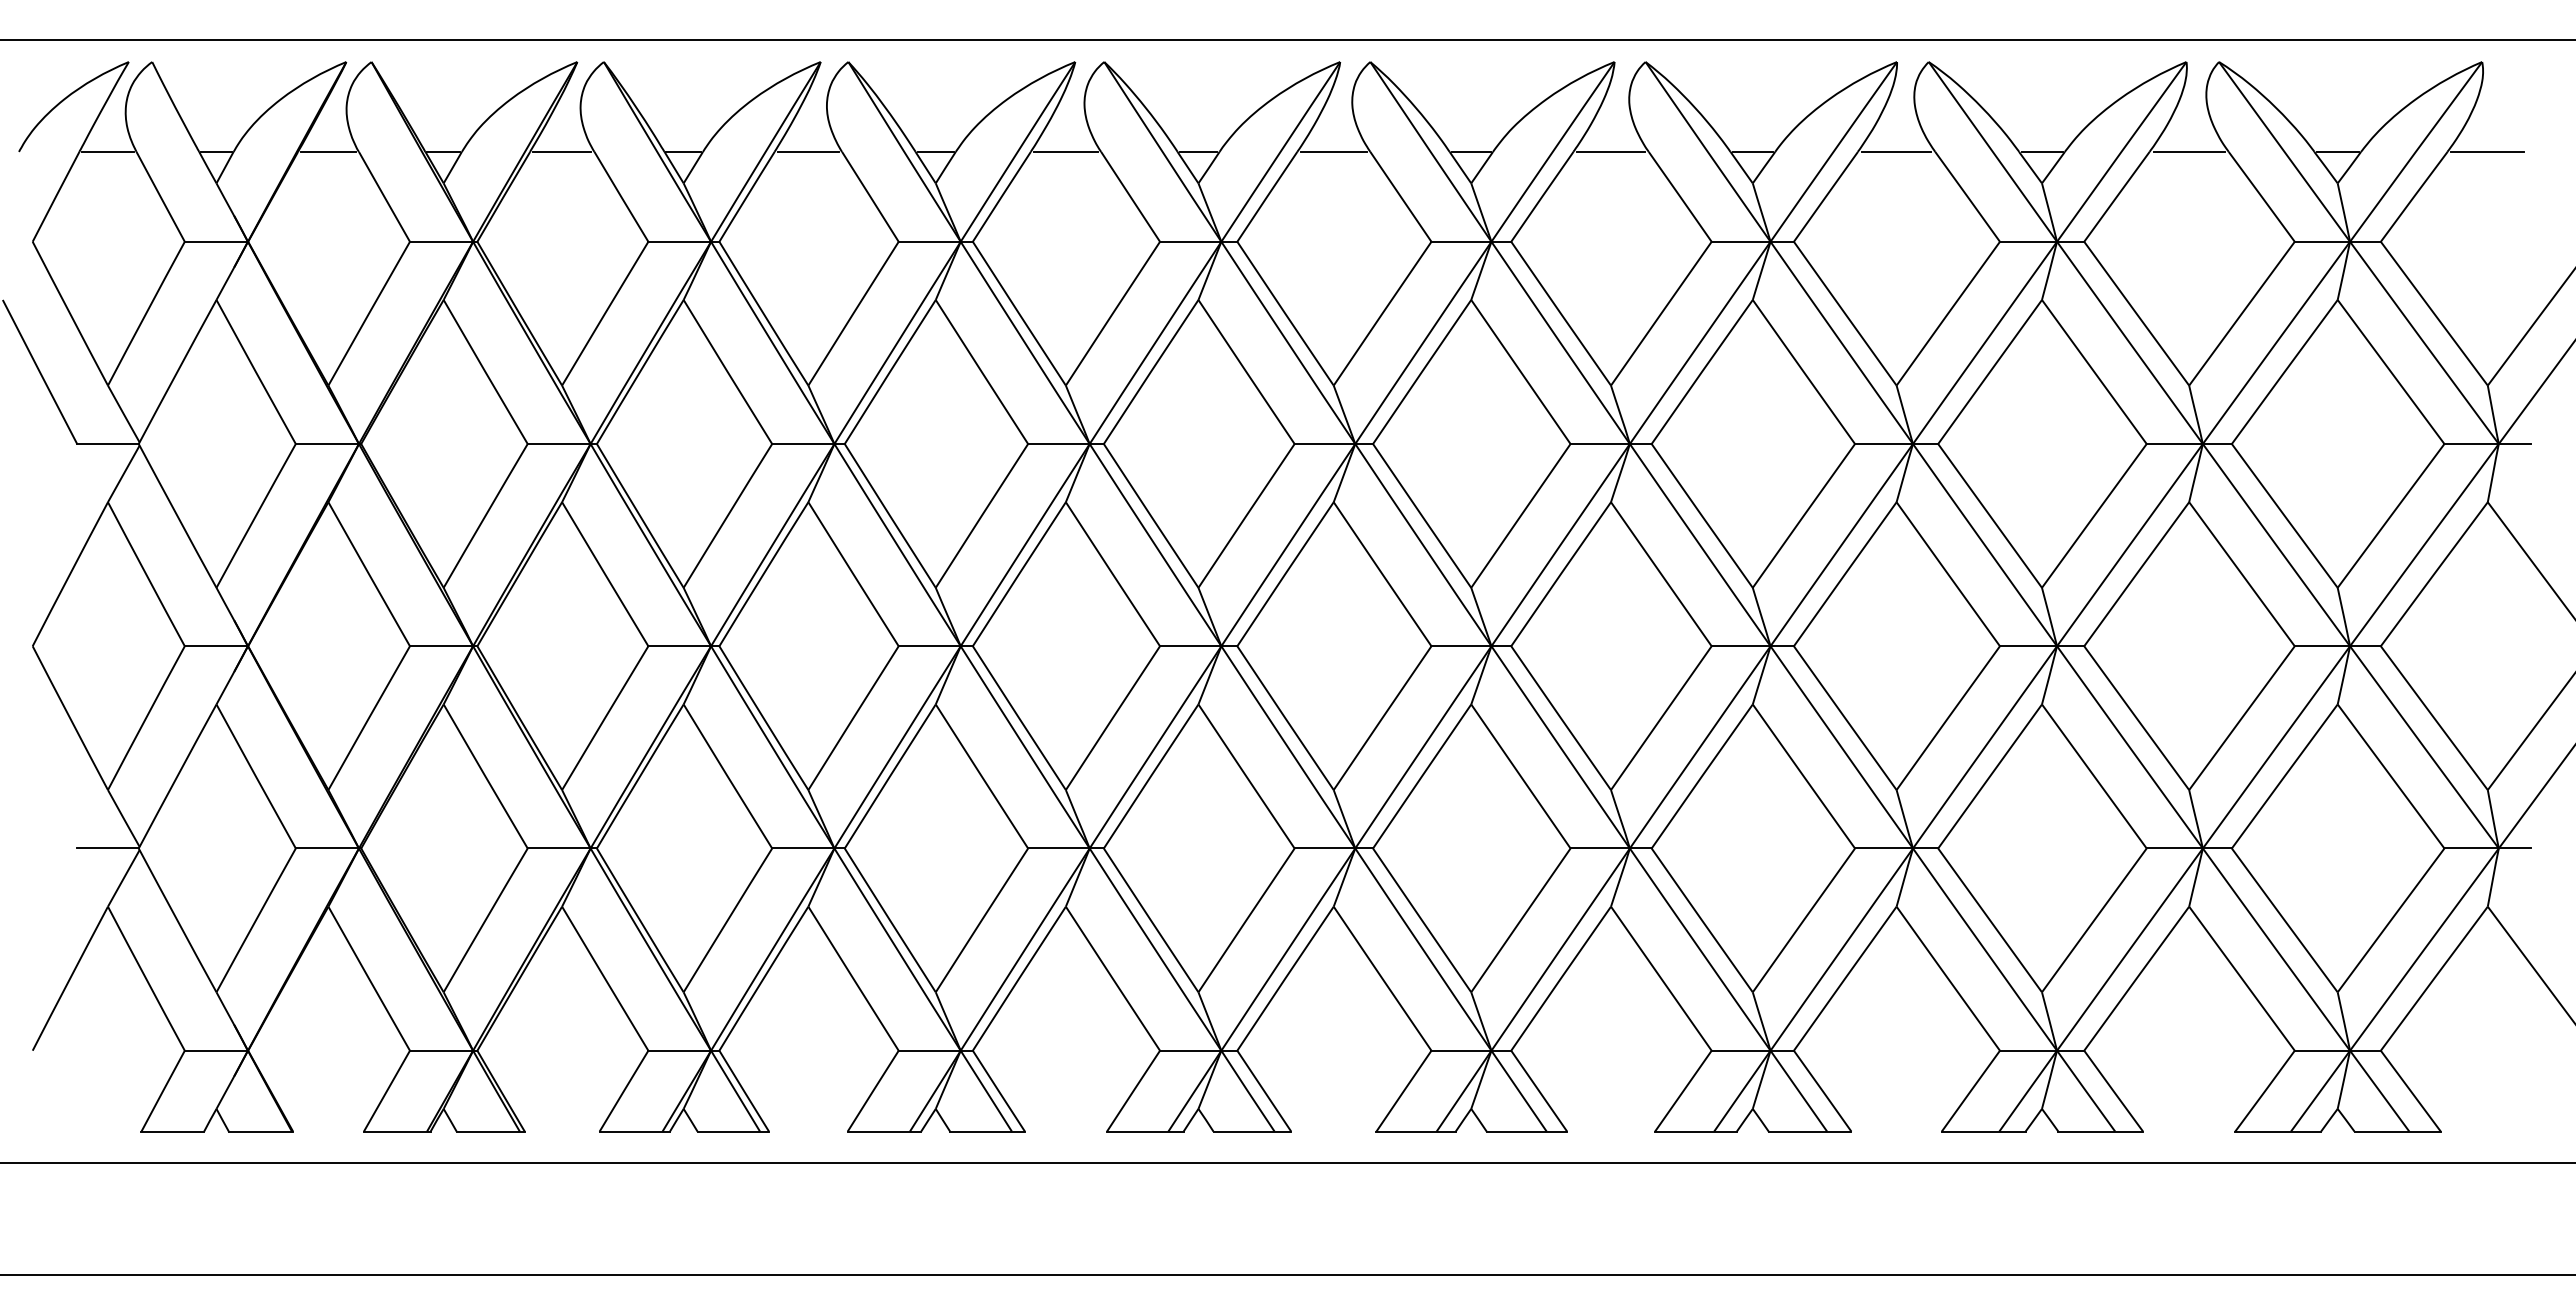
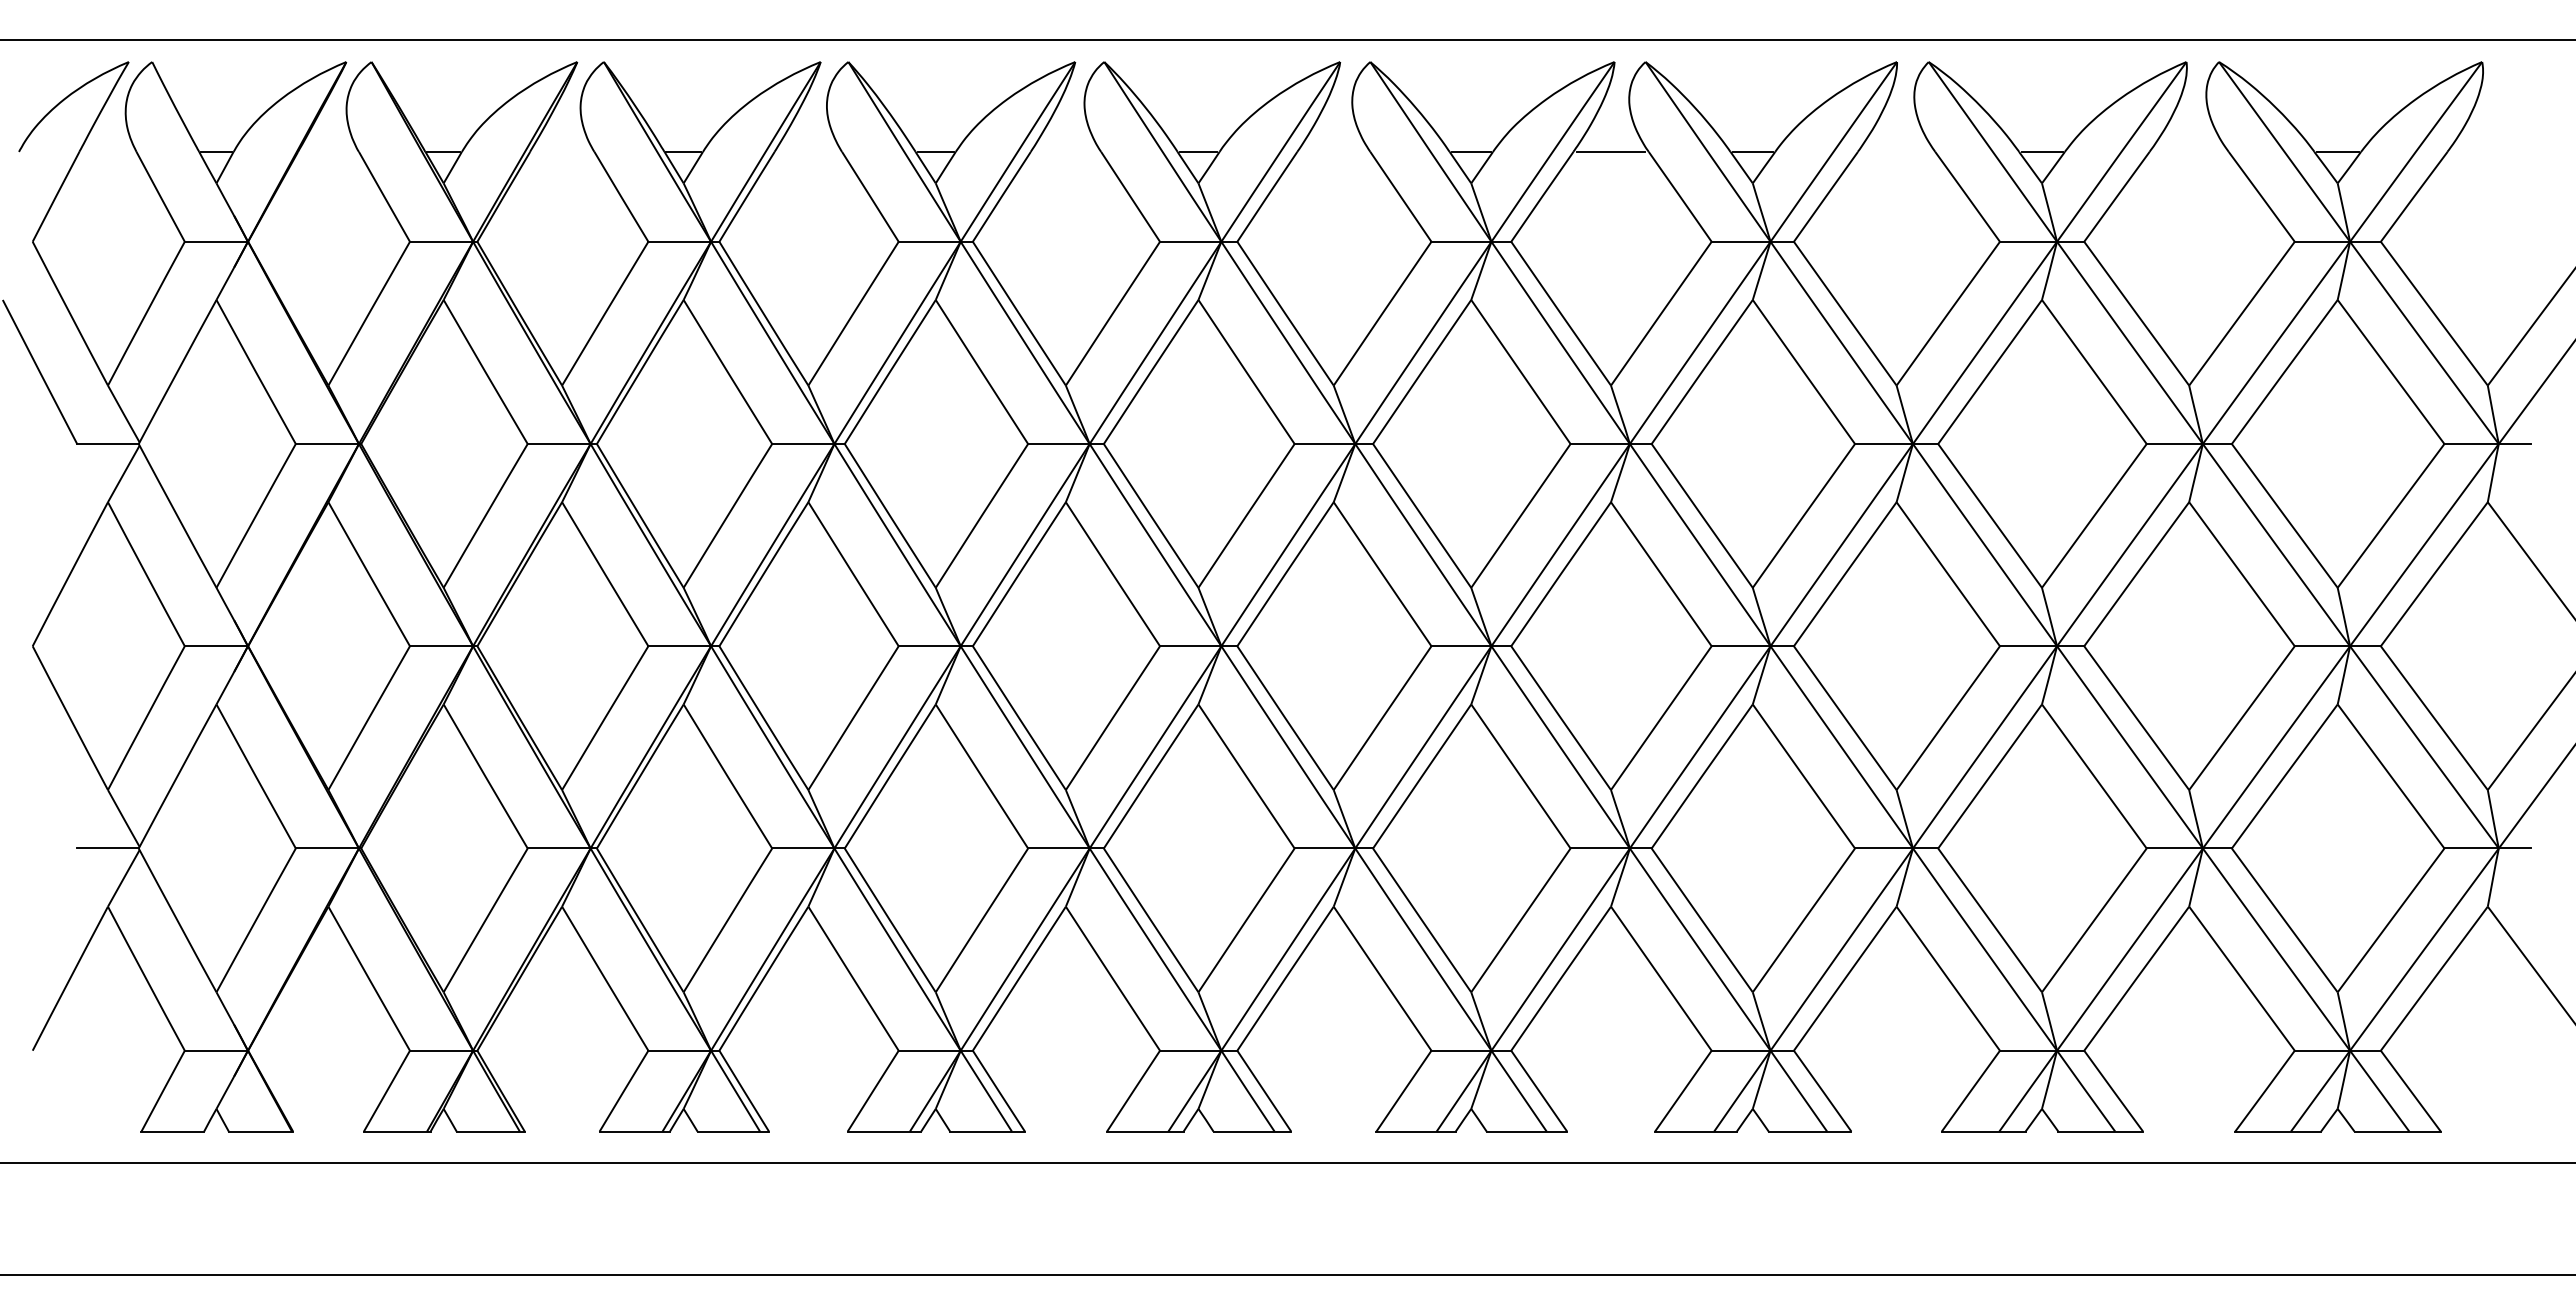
line at (107, 151): present -> none
line at (328, 151): present -> none
line at (562, 151): present -> none
line at (808, 151): present -> none
line at (1065, 151): present -> none
line at (1333, 151): present -> none
line at (1896, 151): present -> none
line at (2188, 151): present -> none
line at (2487, 151): present -> none
